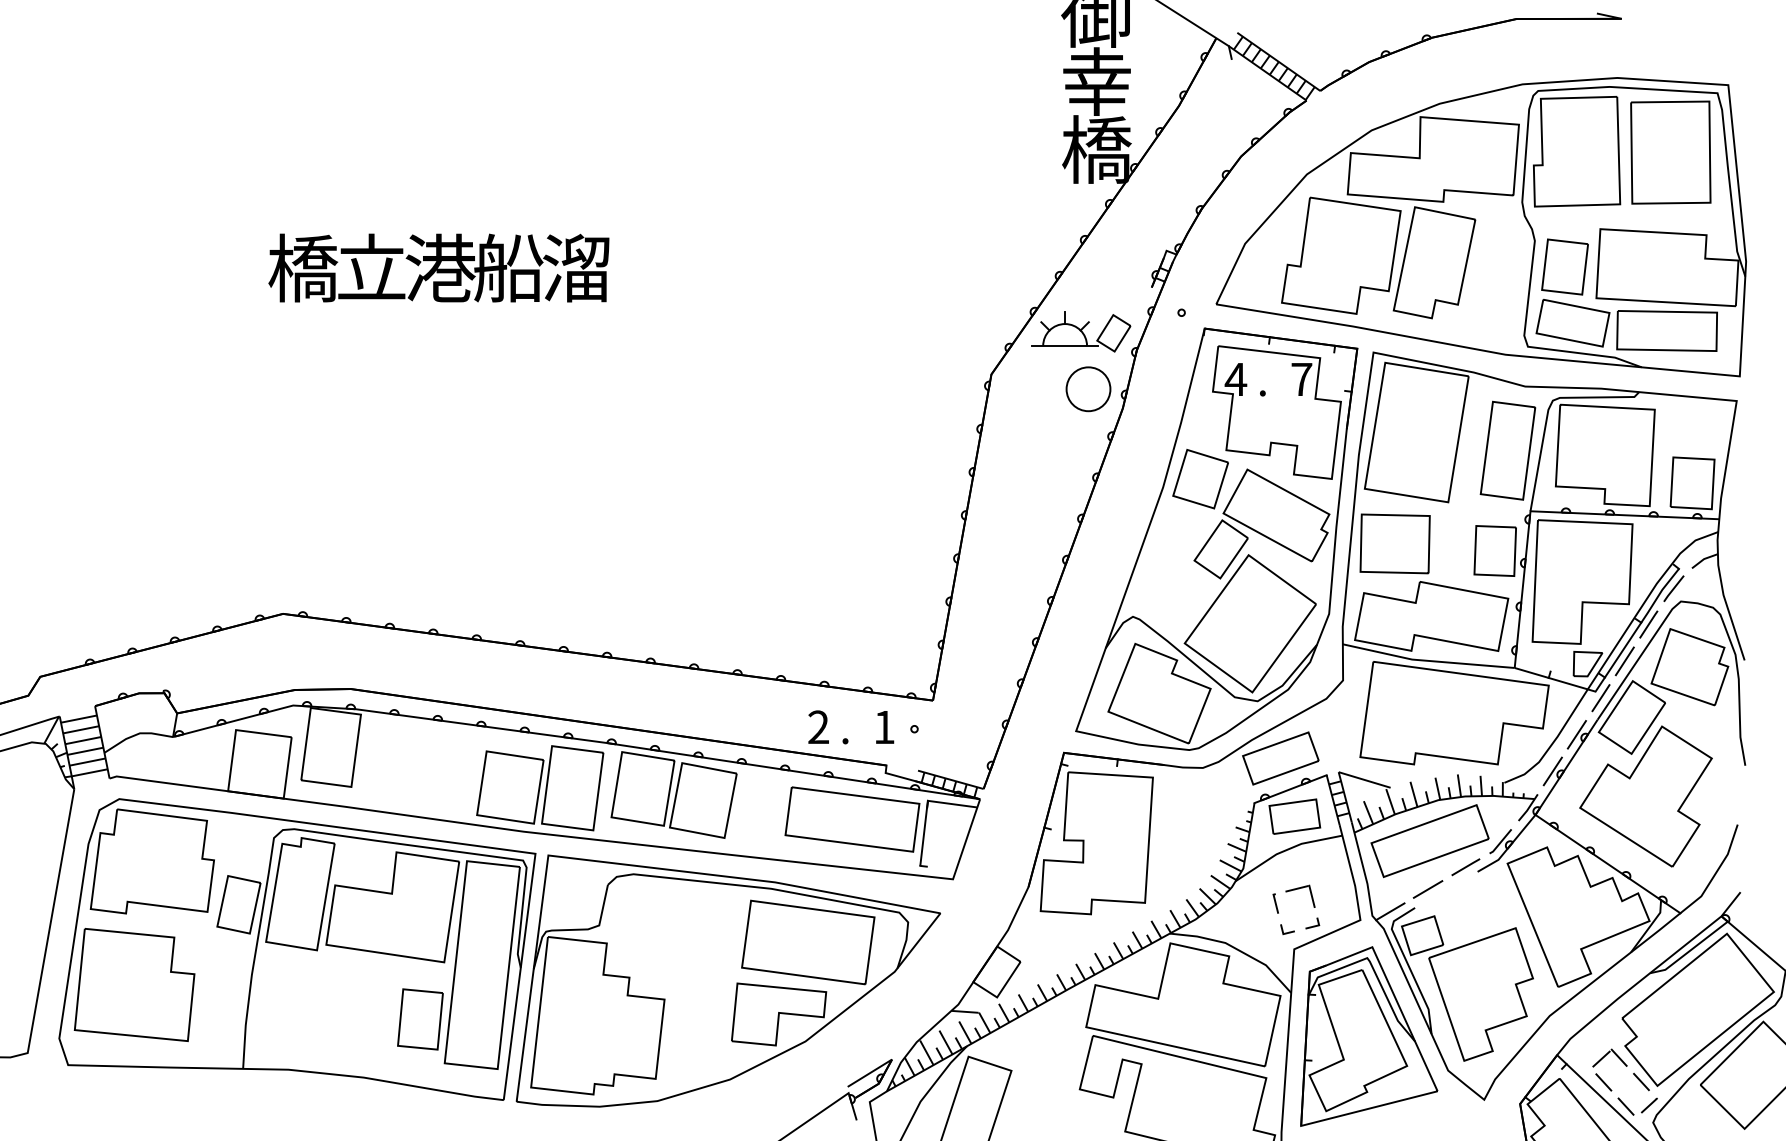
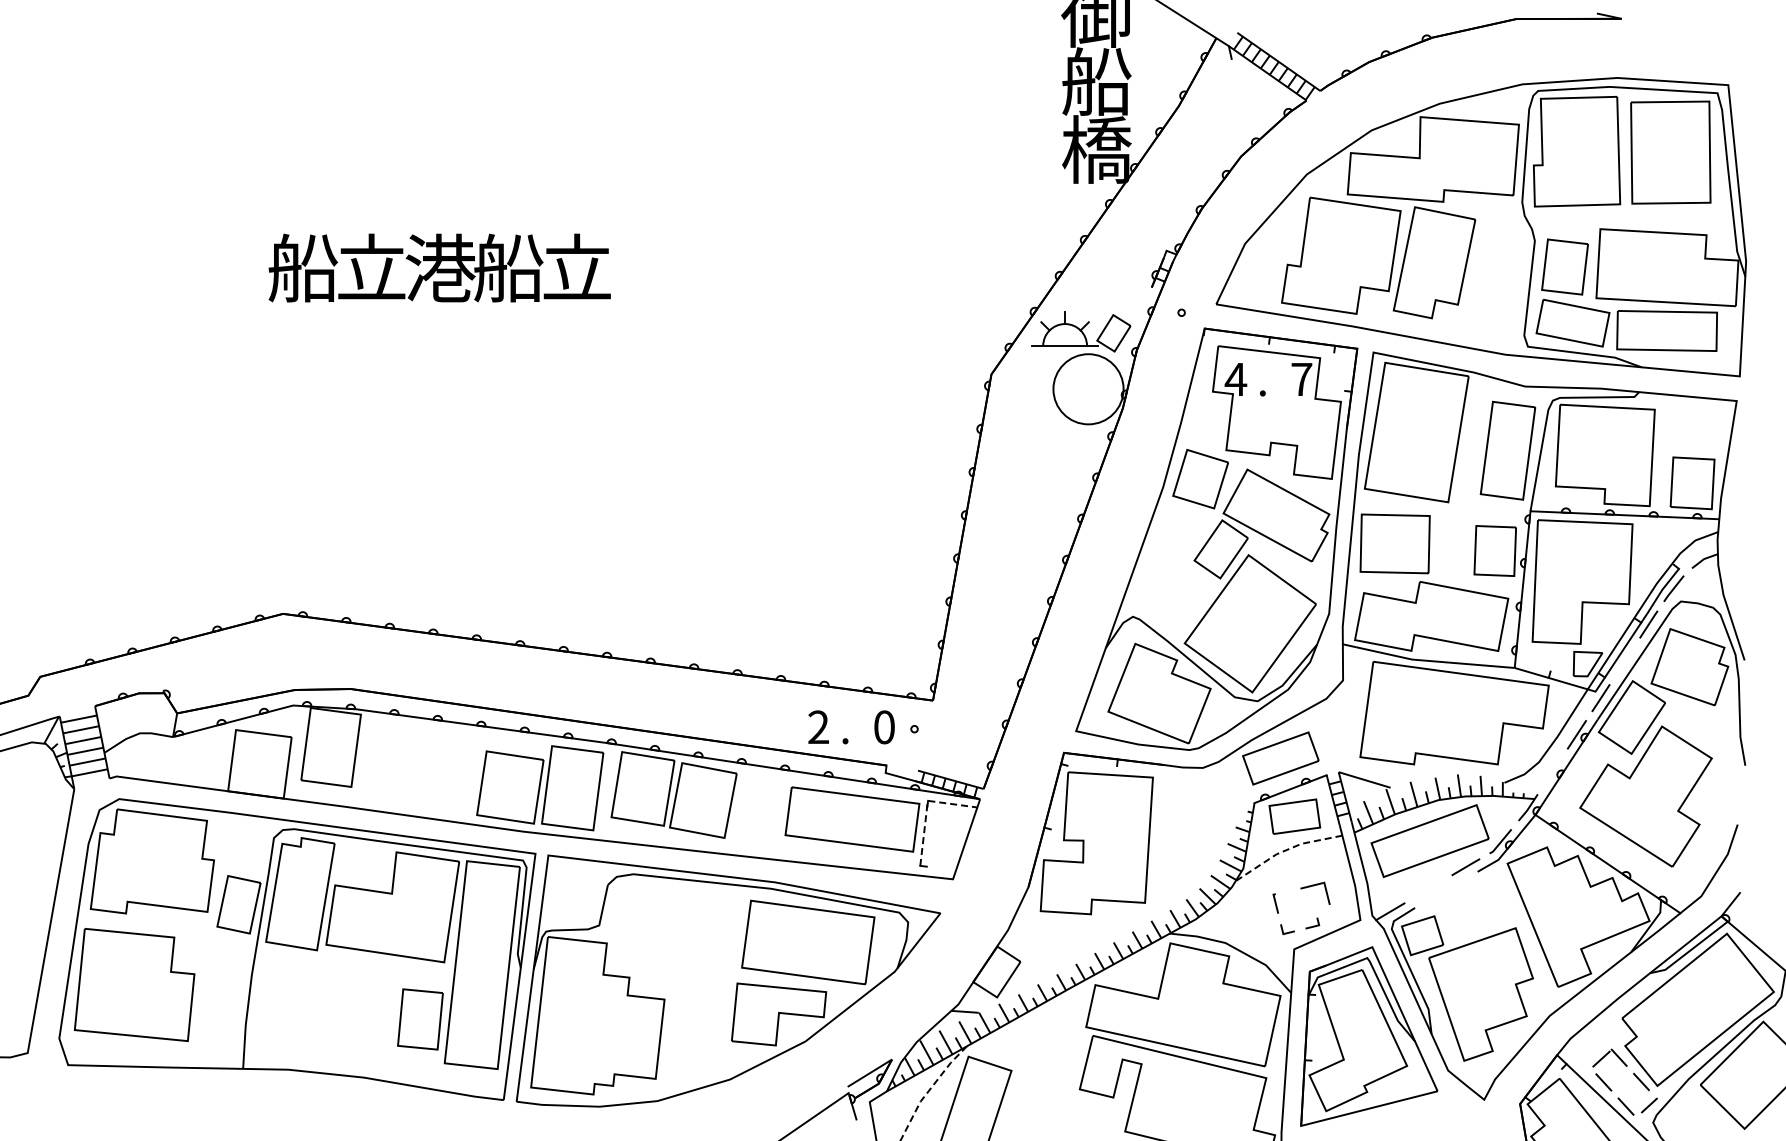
text at (1096, 81): 幸 -> 船
text at (302, 267): 橋 -> 船
text at (576, 267): 溜 -> 立
circle at (1088, 389) diameter: 44 px -> 70 px
line at (1624, 661): present -> none
text at (884, 727): 1 -> 0
line at (1552, 771): present -> none
line at (927, 807): solid -> dashed
line at (1285, 850): solid -> dashed
part at (1299, 889) position: (1299, 889) -> (1314, 886)
line at (1427, 889): present -> none
line at (929, 1089): solid -> dashed
